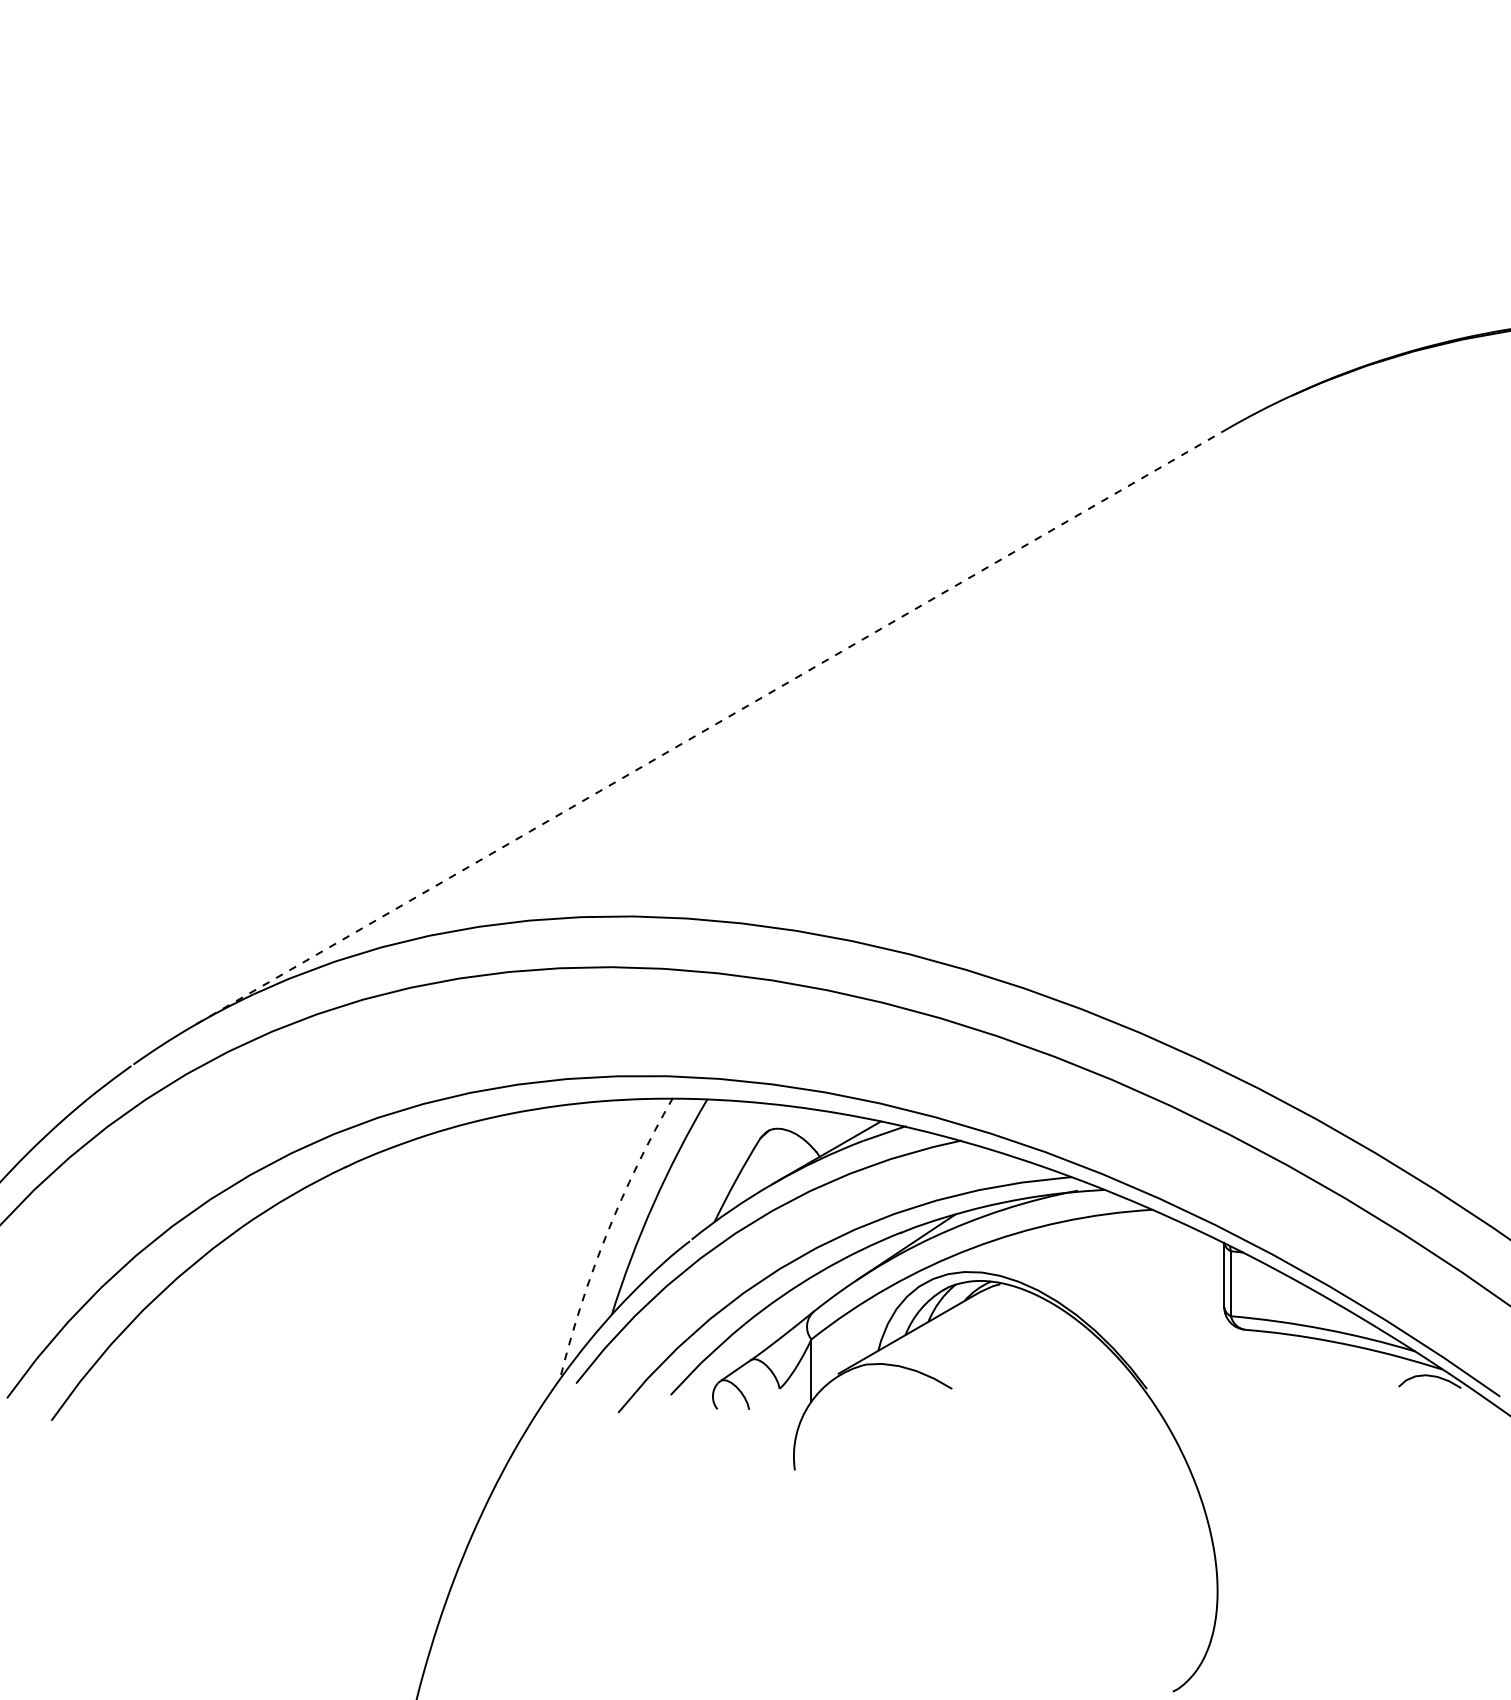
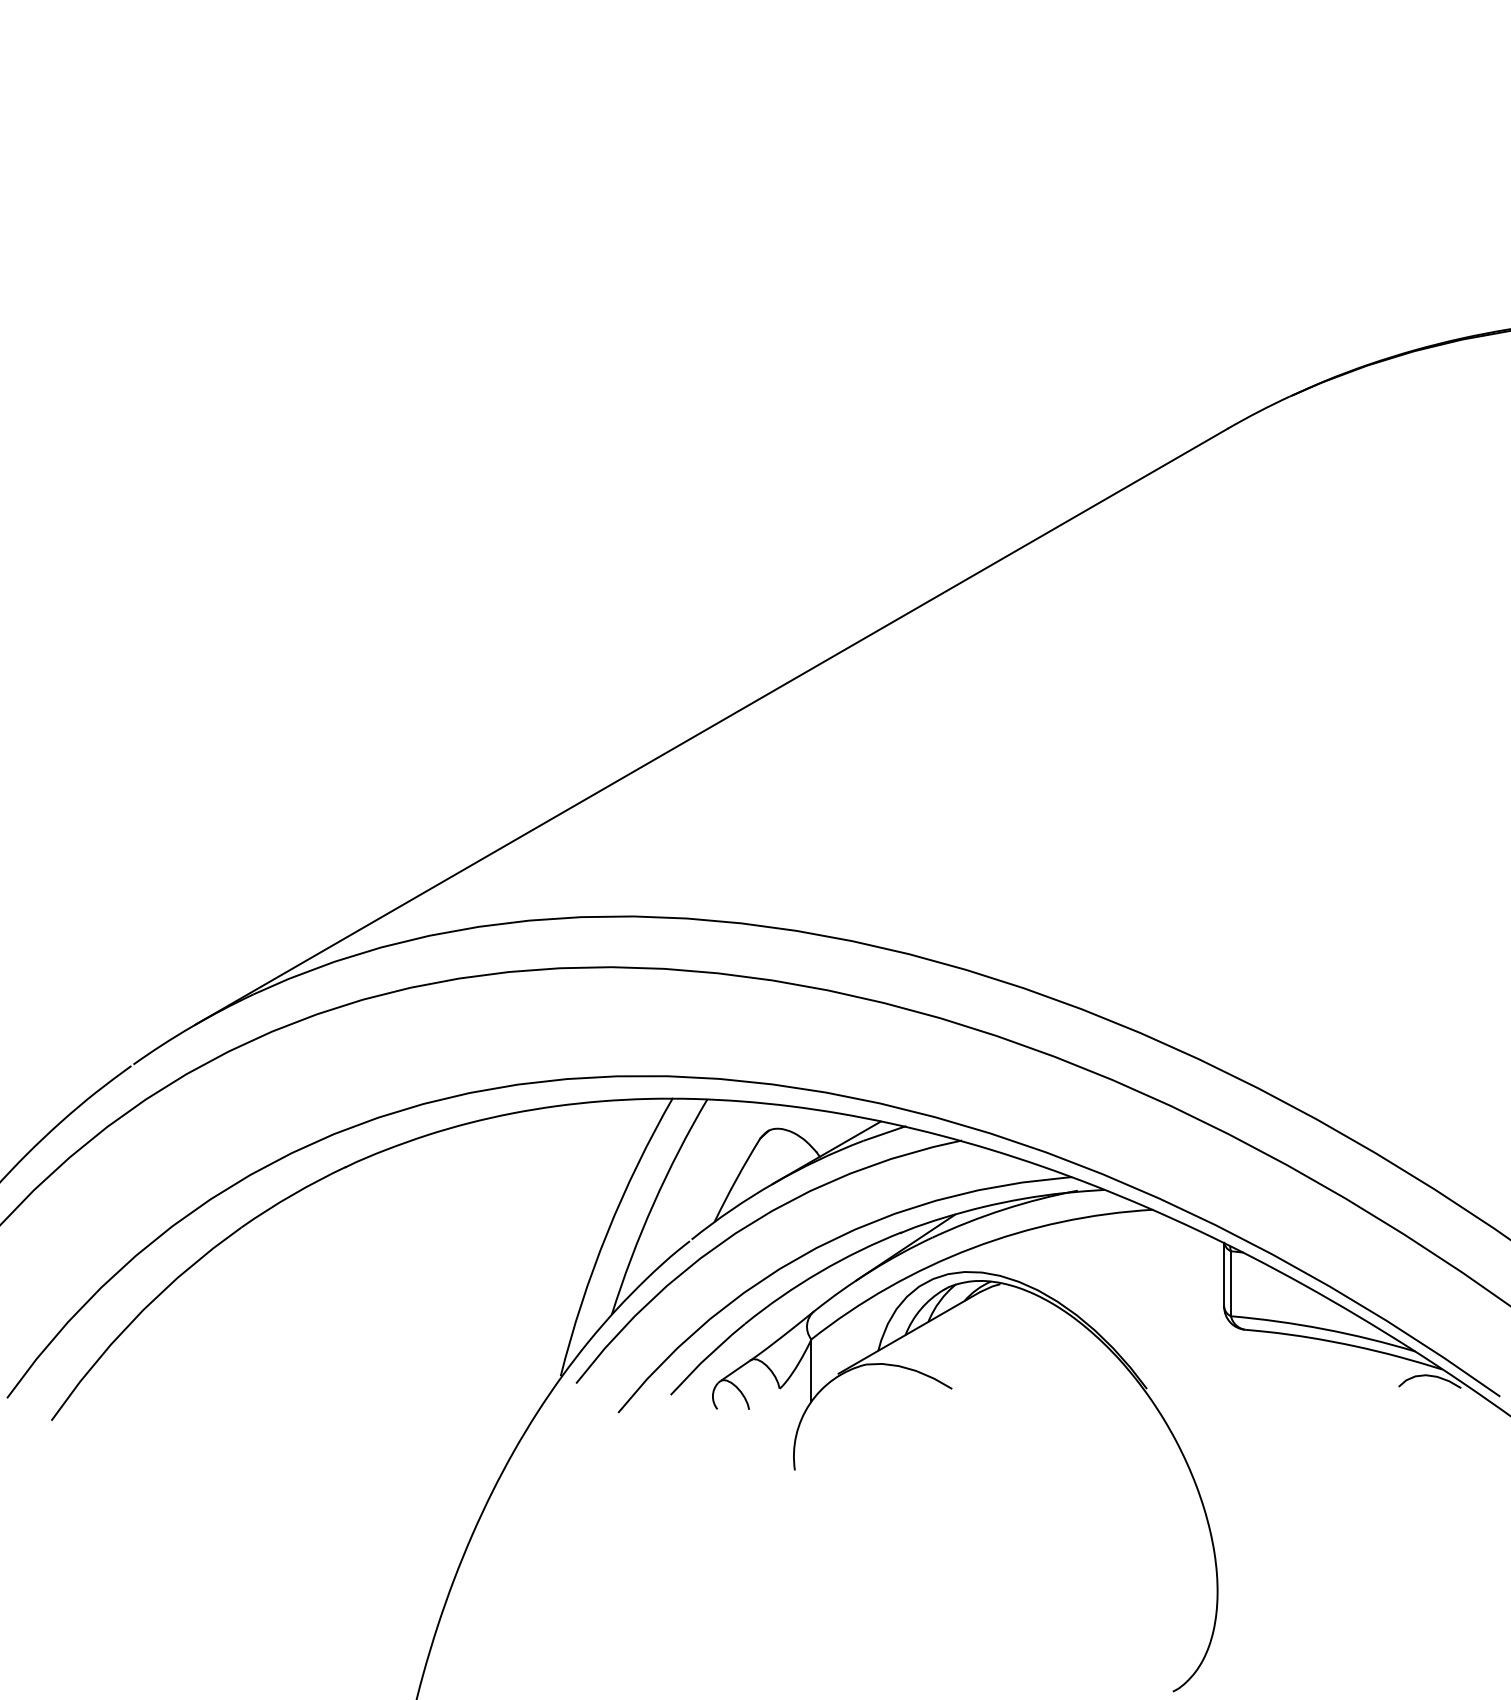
line at (711, 726): dashed -> solid
arc at (607, 1233): dashed -> solid
